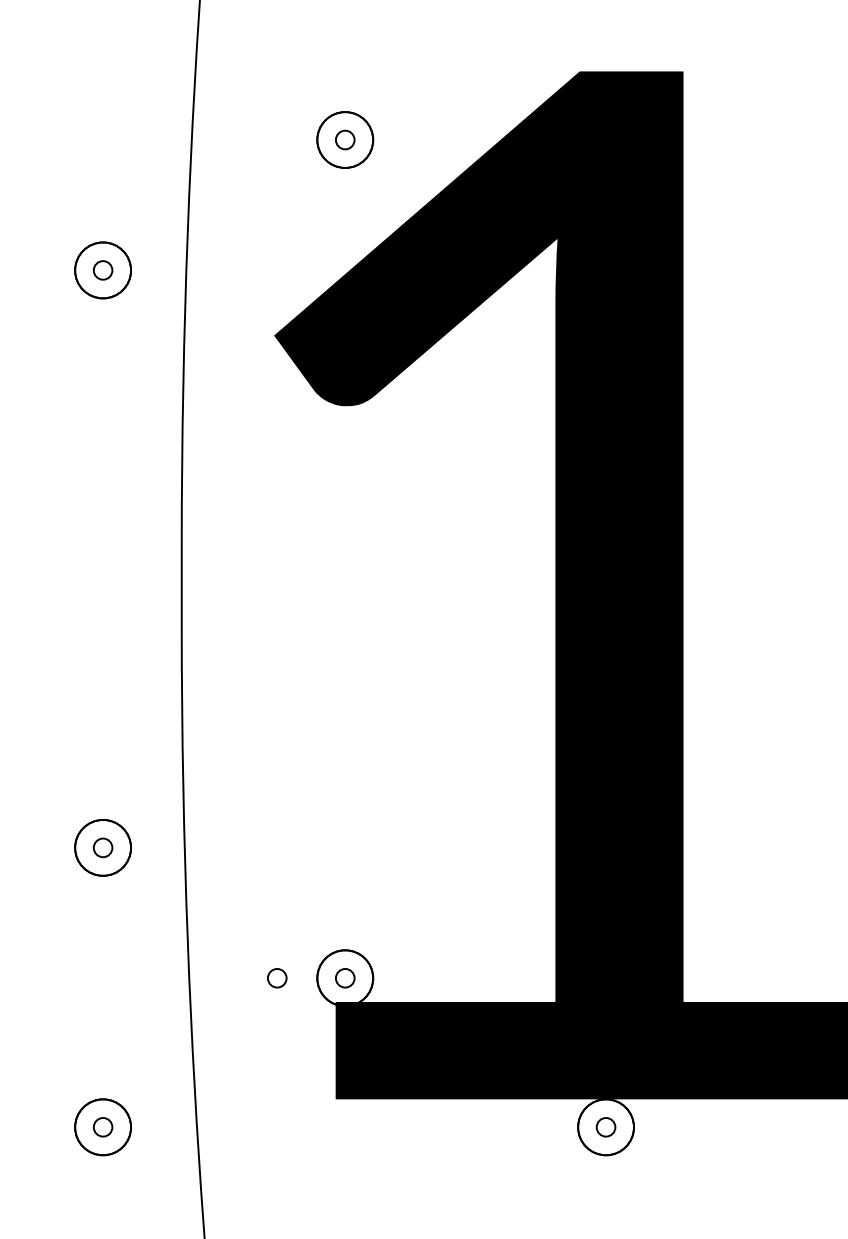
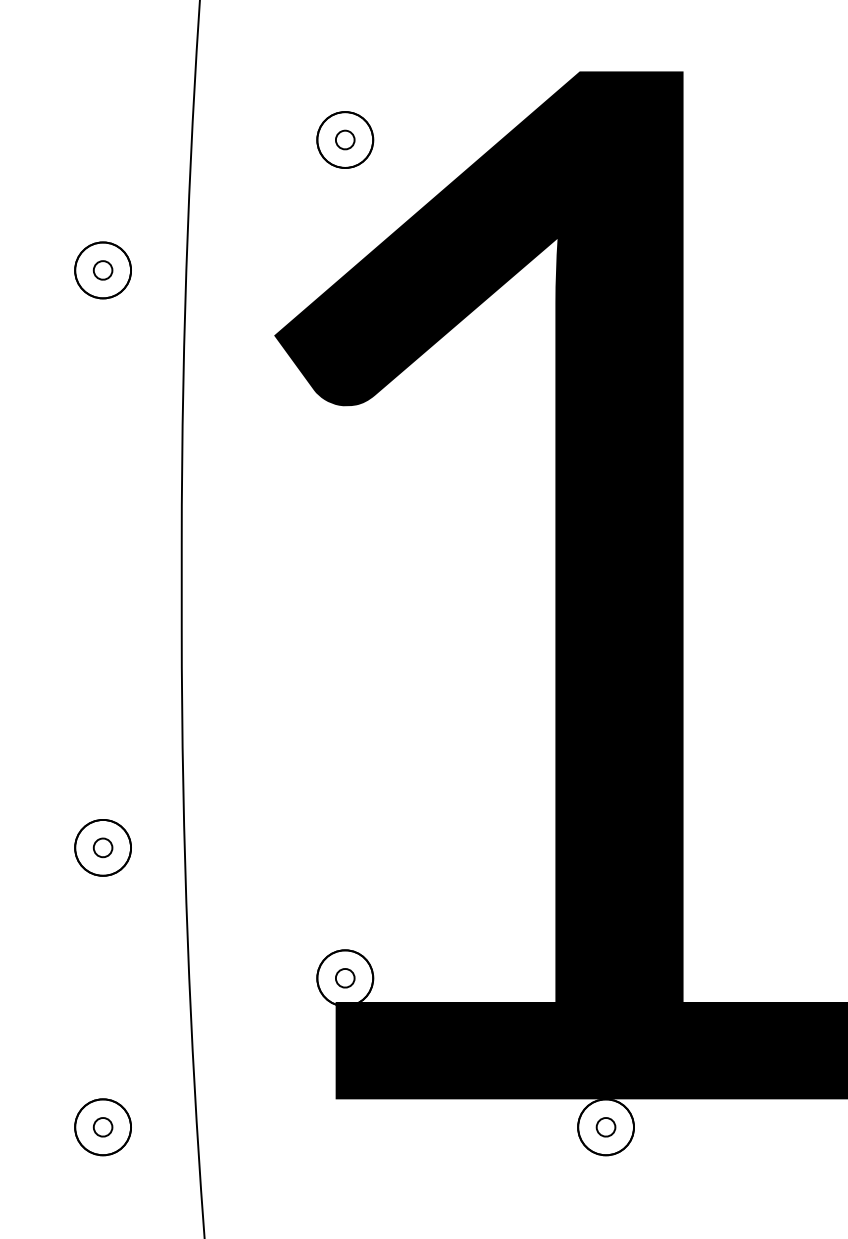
part at (277, 978): present -> none
